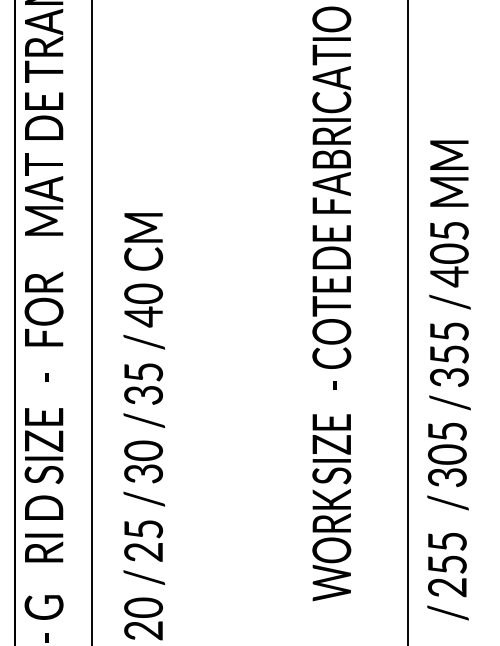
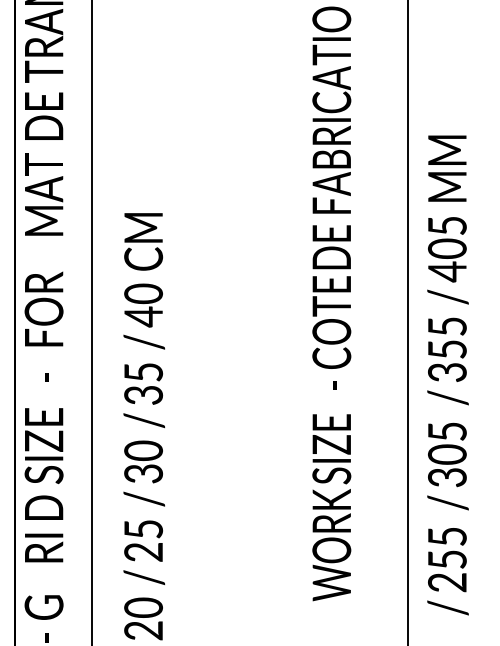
text at (449, 275) position: (449, 275) -> (447, 270)
text at (447, 576) position: (447, 576) -> (447, 571)
